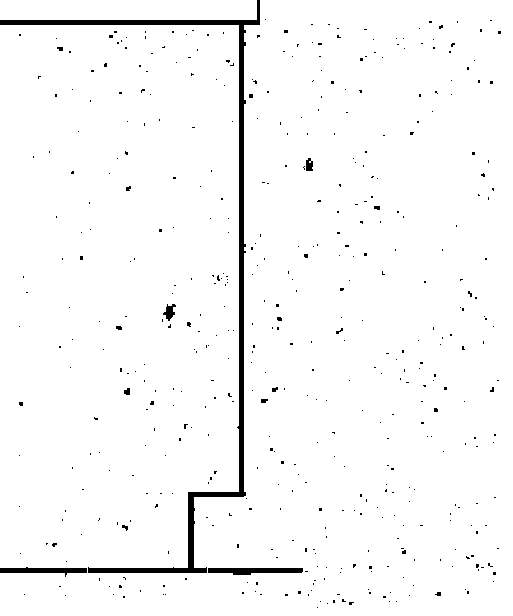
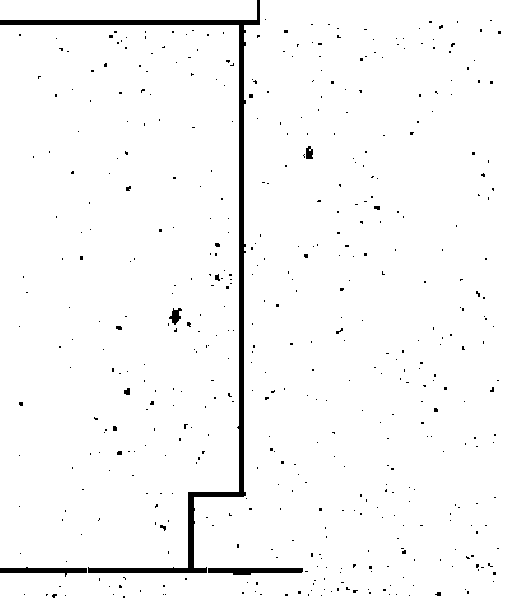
part at (63, 49) size: 14x6 px -> 10x4 px
part at (307, 164) position: (307, 164) -> (307, 152)
part at (219, 279) size: 16x13 px -> 23x19 px
part at (472, 294) position: (472, 294) -> (480, 294)
part at (168, 315) position: (168, 315) -> (174, 319)
part at (276, 323) position: (276, 323) -> (214, 249)
part at (127, 370) position: (127, 370) -> (119, 370)
part at (269, 394) size: 17x16 px -> 10x10 px
part at (110, 429): none -> present
part at (125, 452): none -> present
part at (212, 477) position: (212, 477) -> (200, 457)
part at (123, 525) position: (123, 525) -> (161, 525)
part at (51, 544) position: (51, 544) -> (51, 595)
part at (310, 550) position: (310, 550) -> (316, 555)
part at (389, 596) position: (389, 596) -> (389, 589)
part at (335, 600) position: (335, 600) -> (339, 588)
